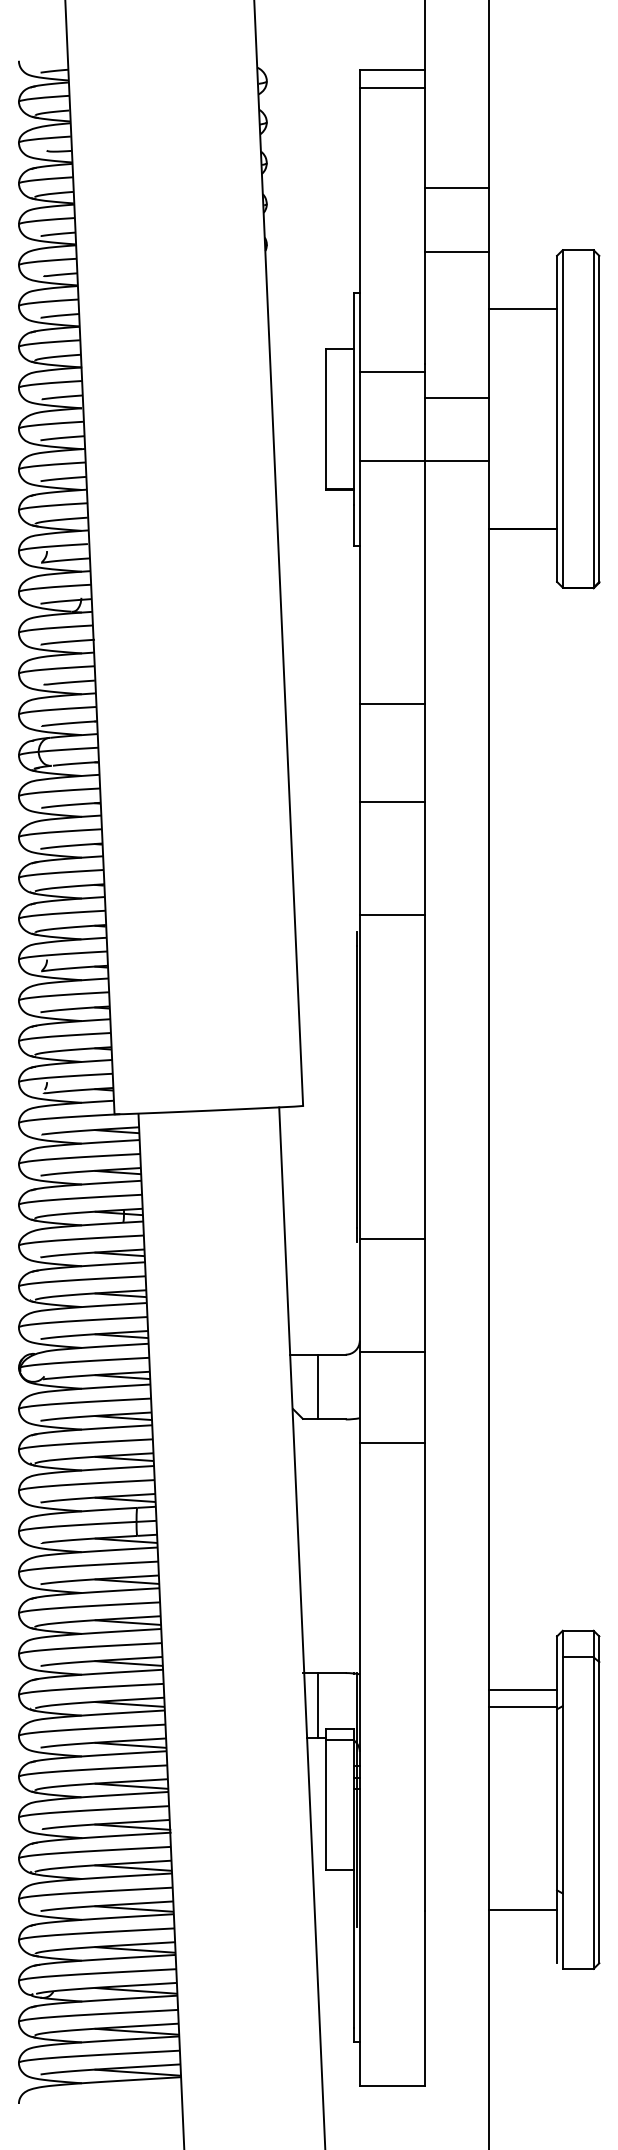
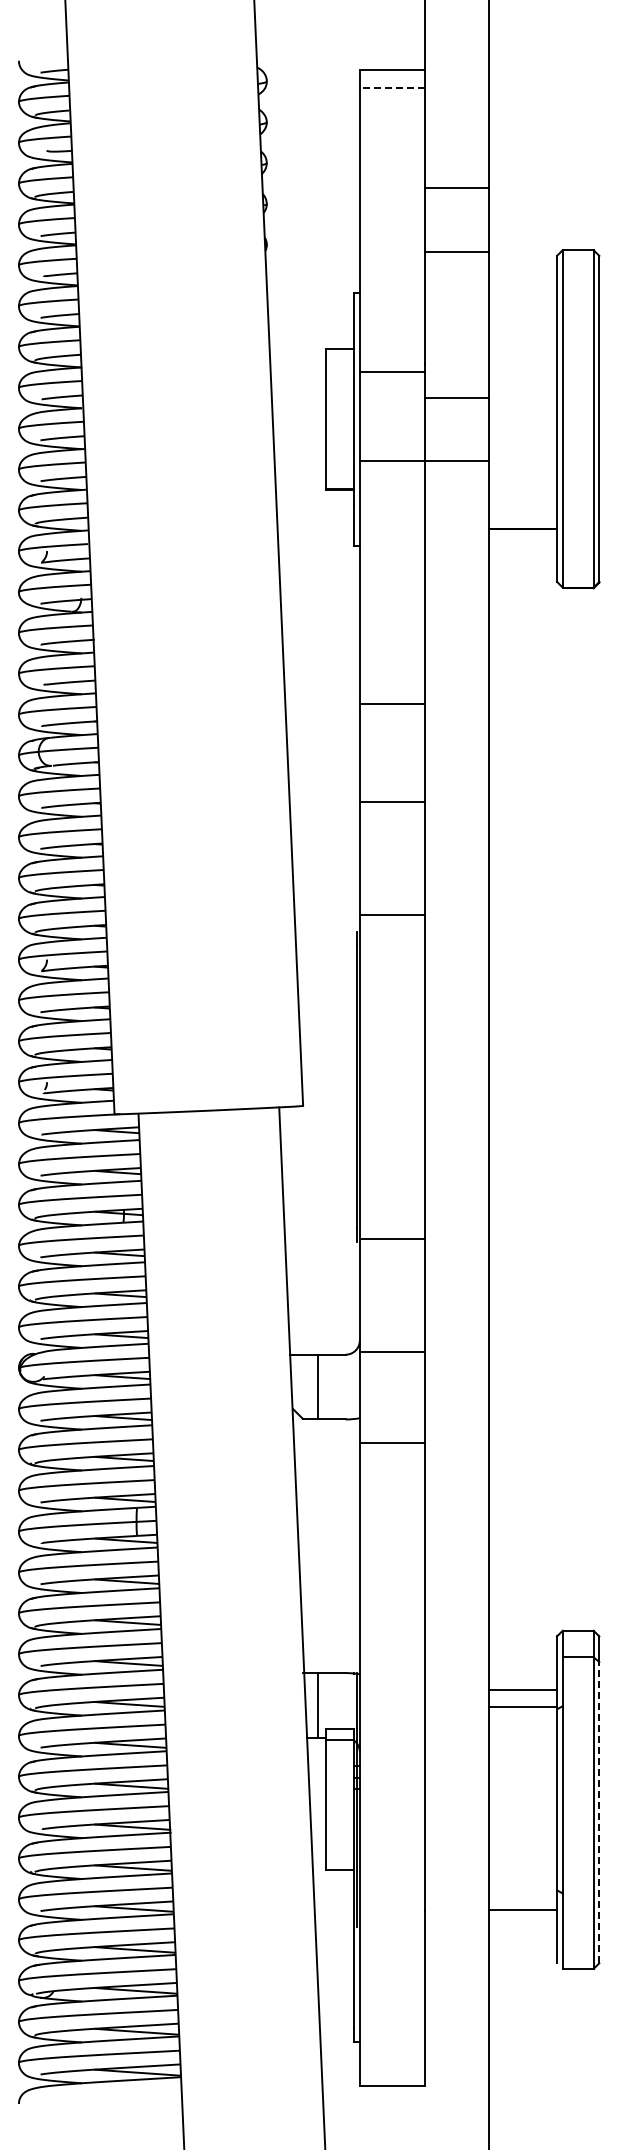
line at (391, 88): solid -> dashed
line at (523, 309): present -> none
line at (599, 1812): solid -> dashed
